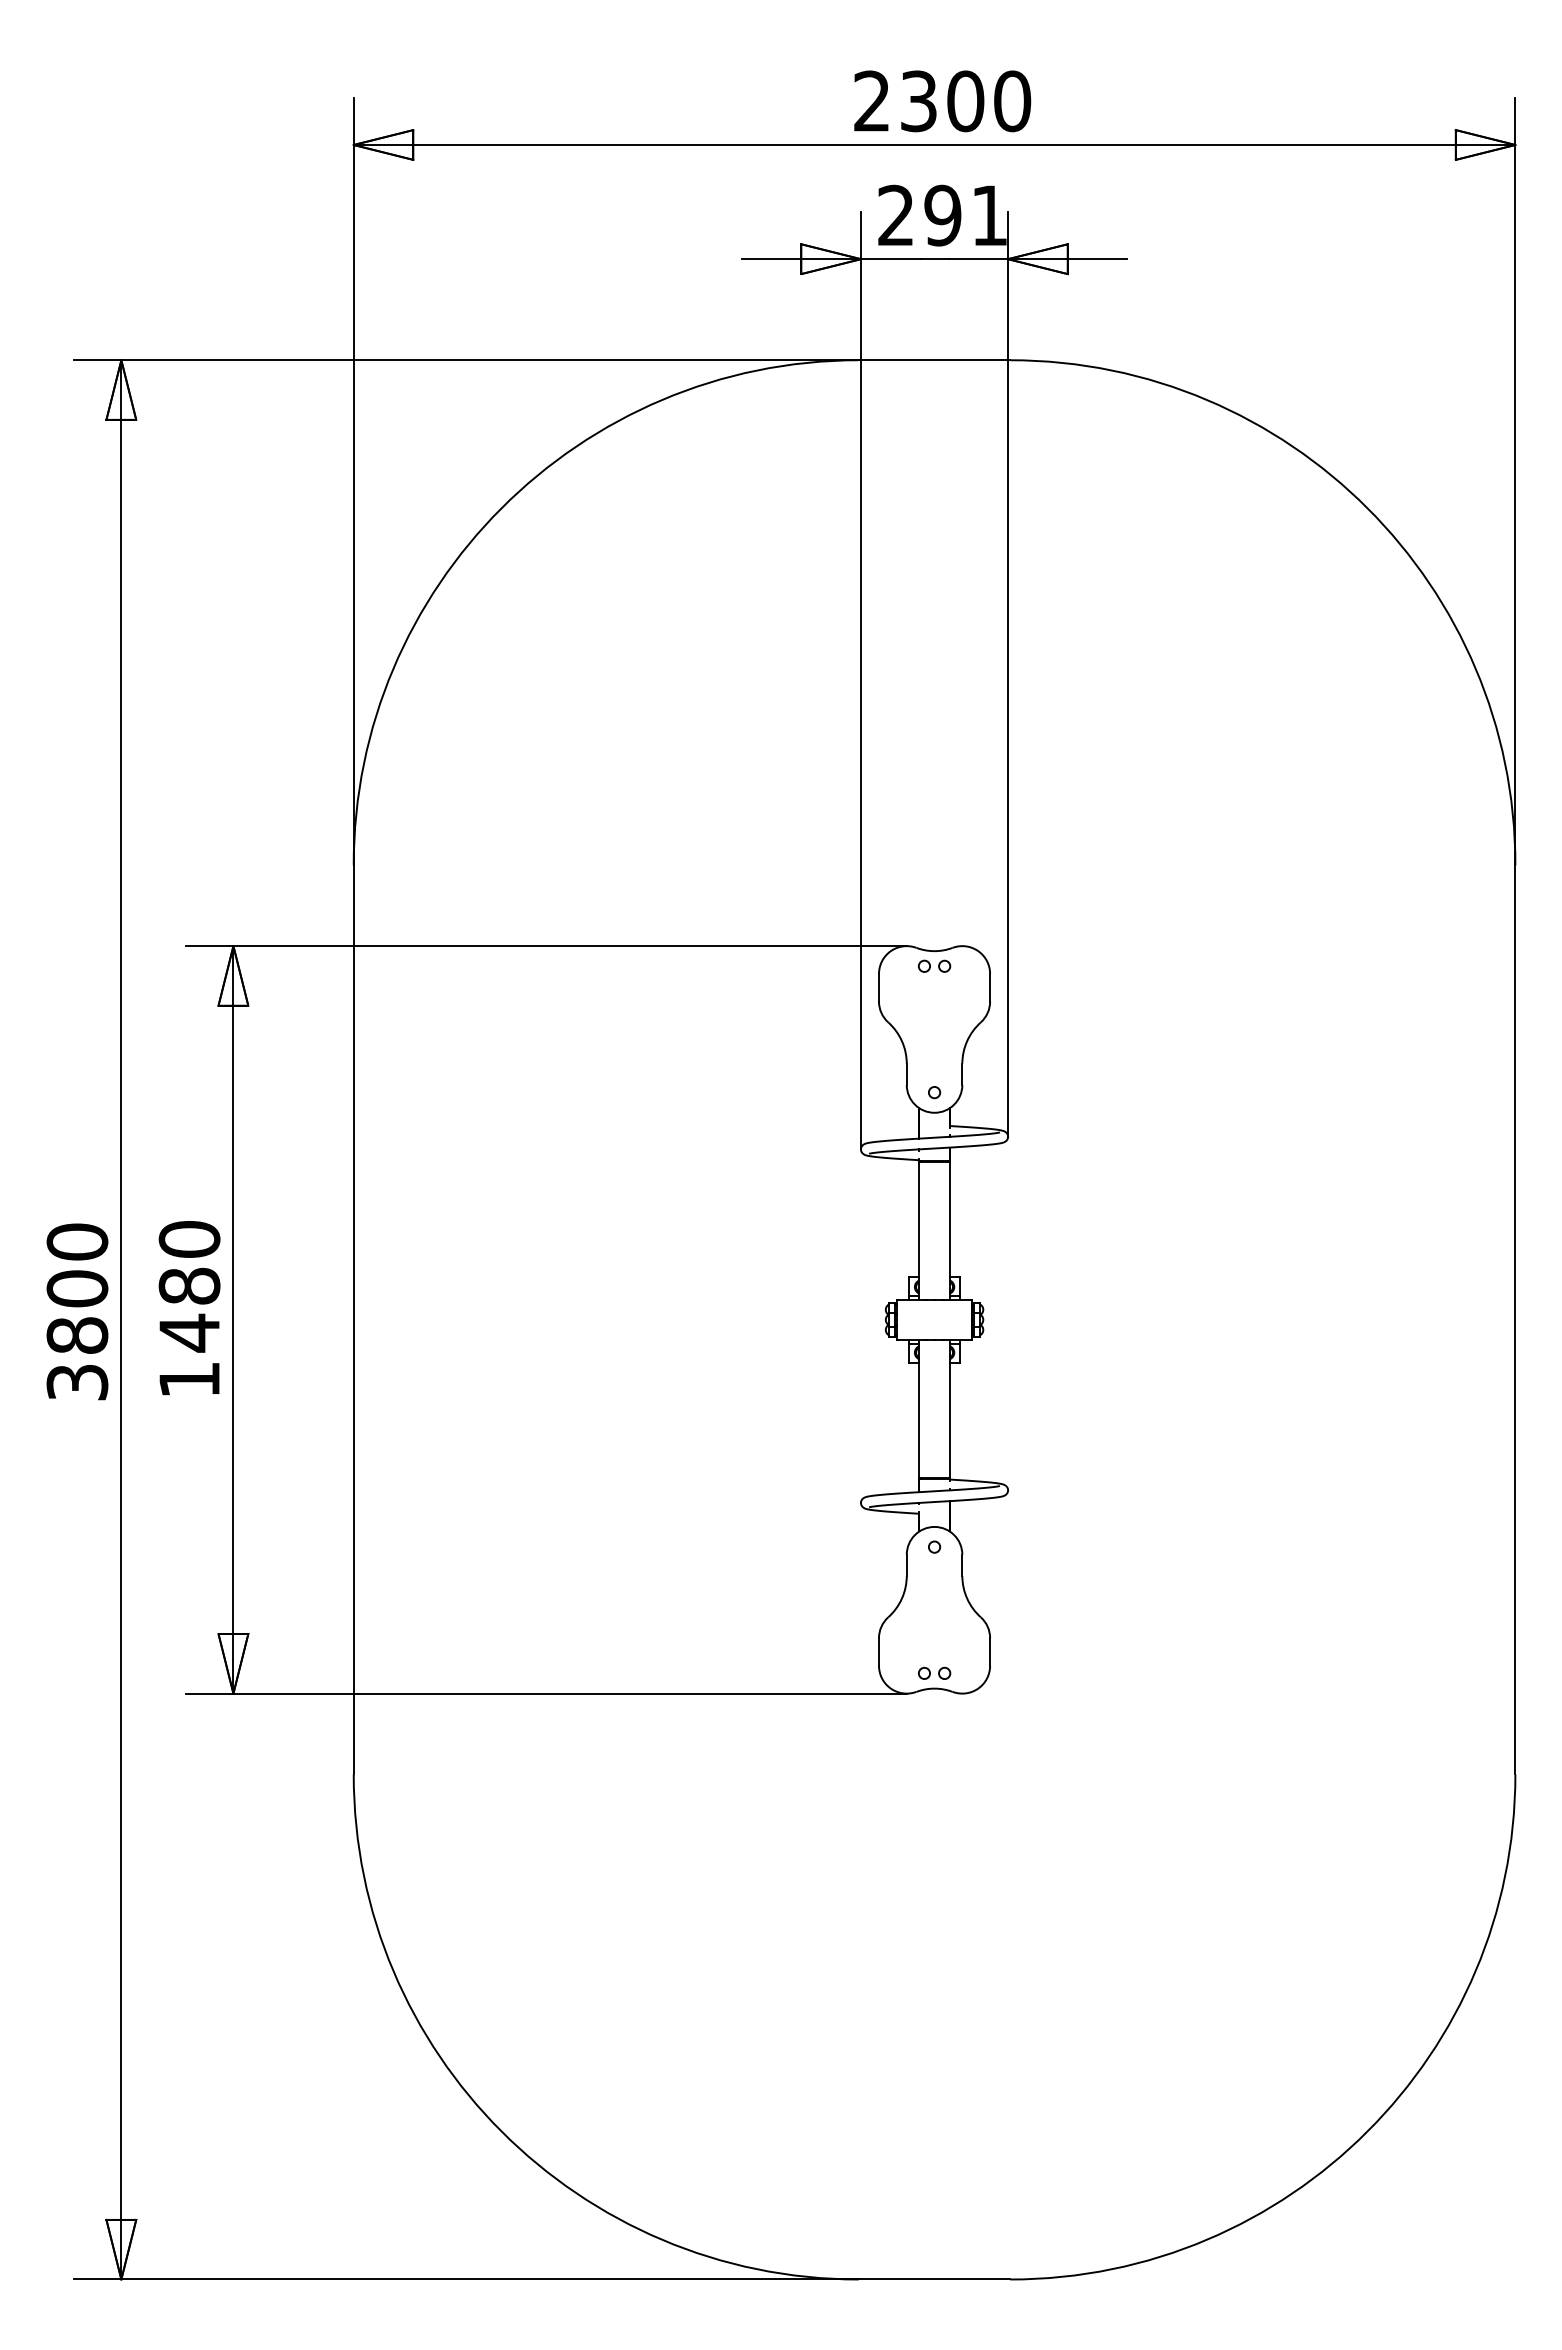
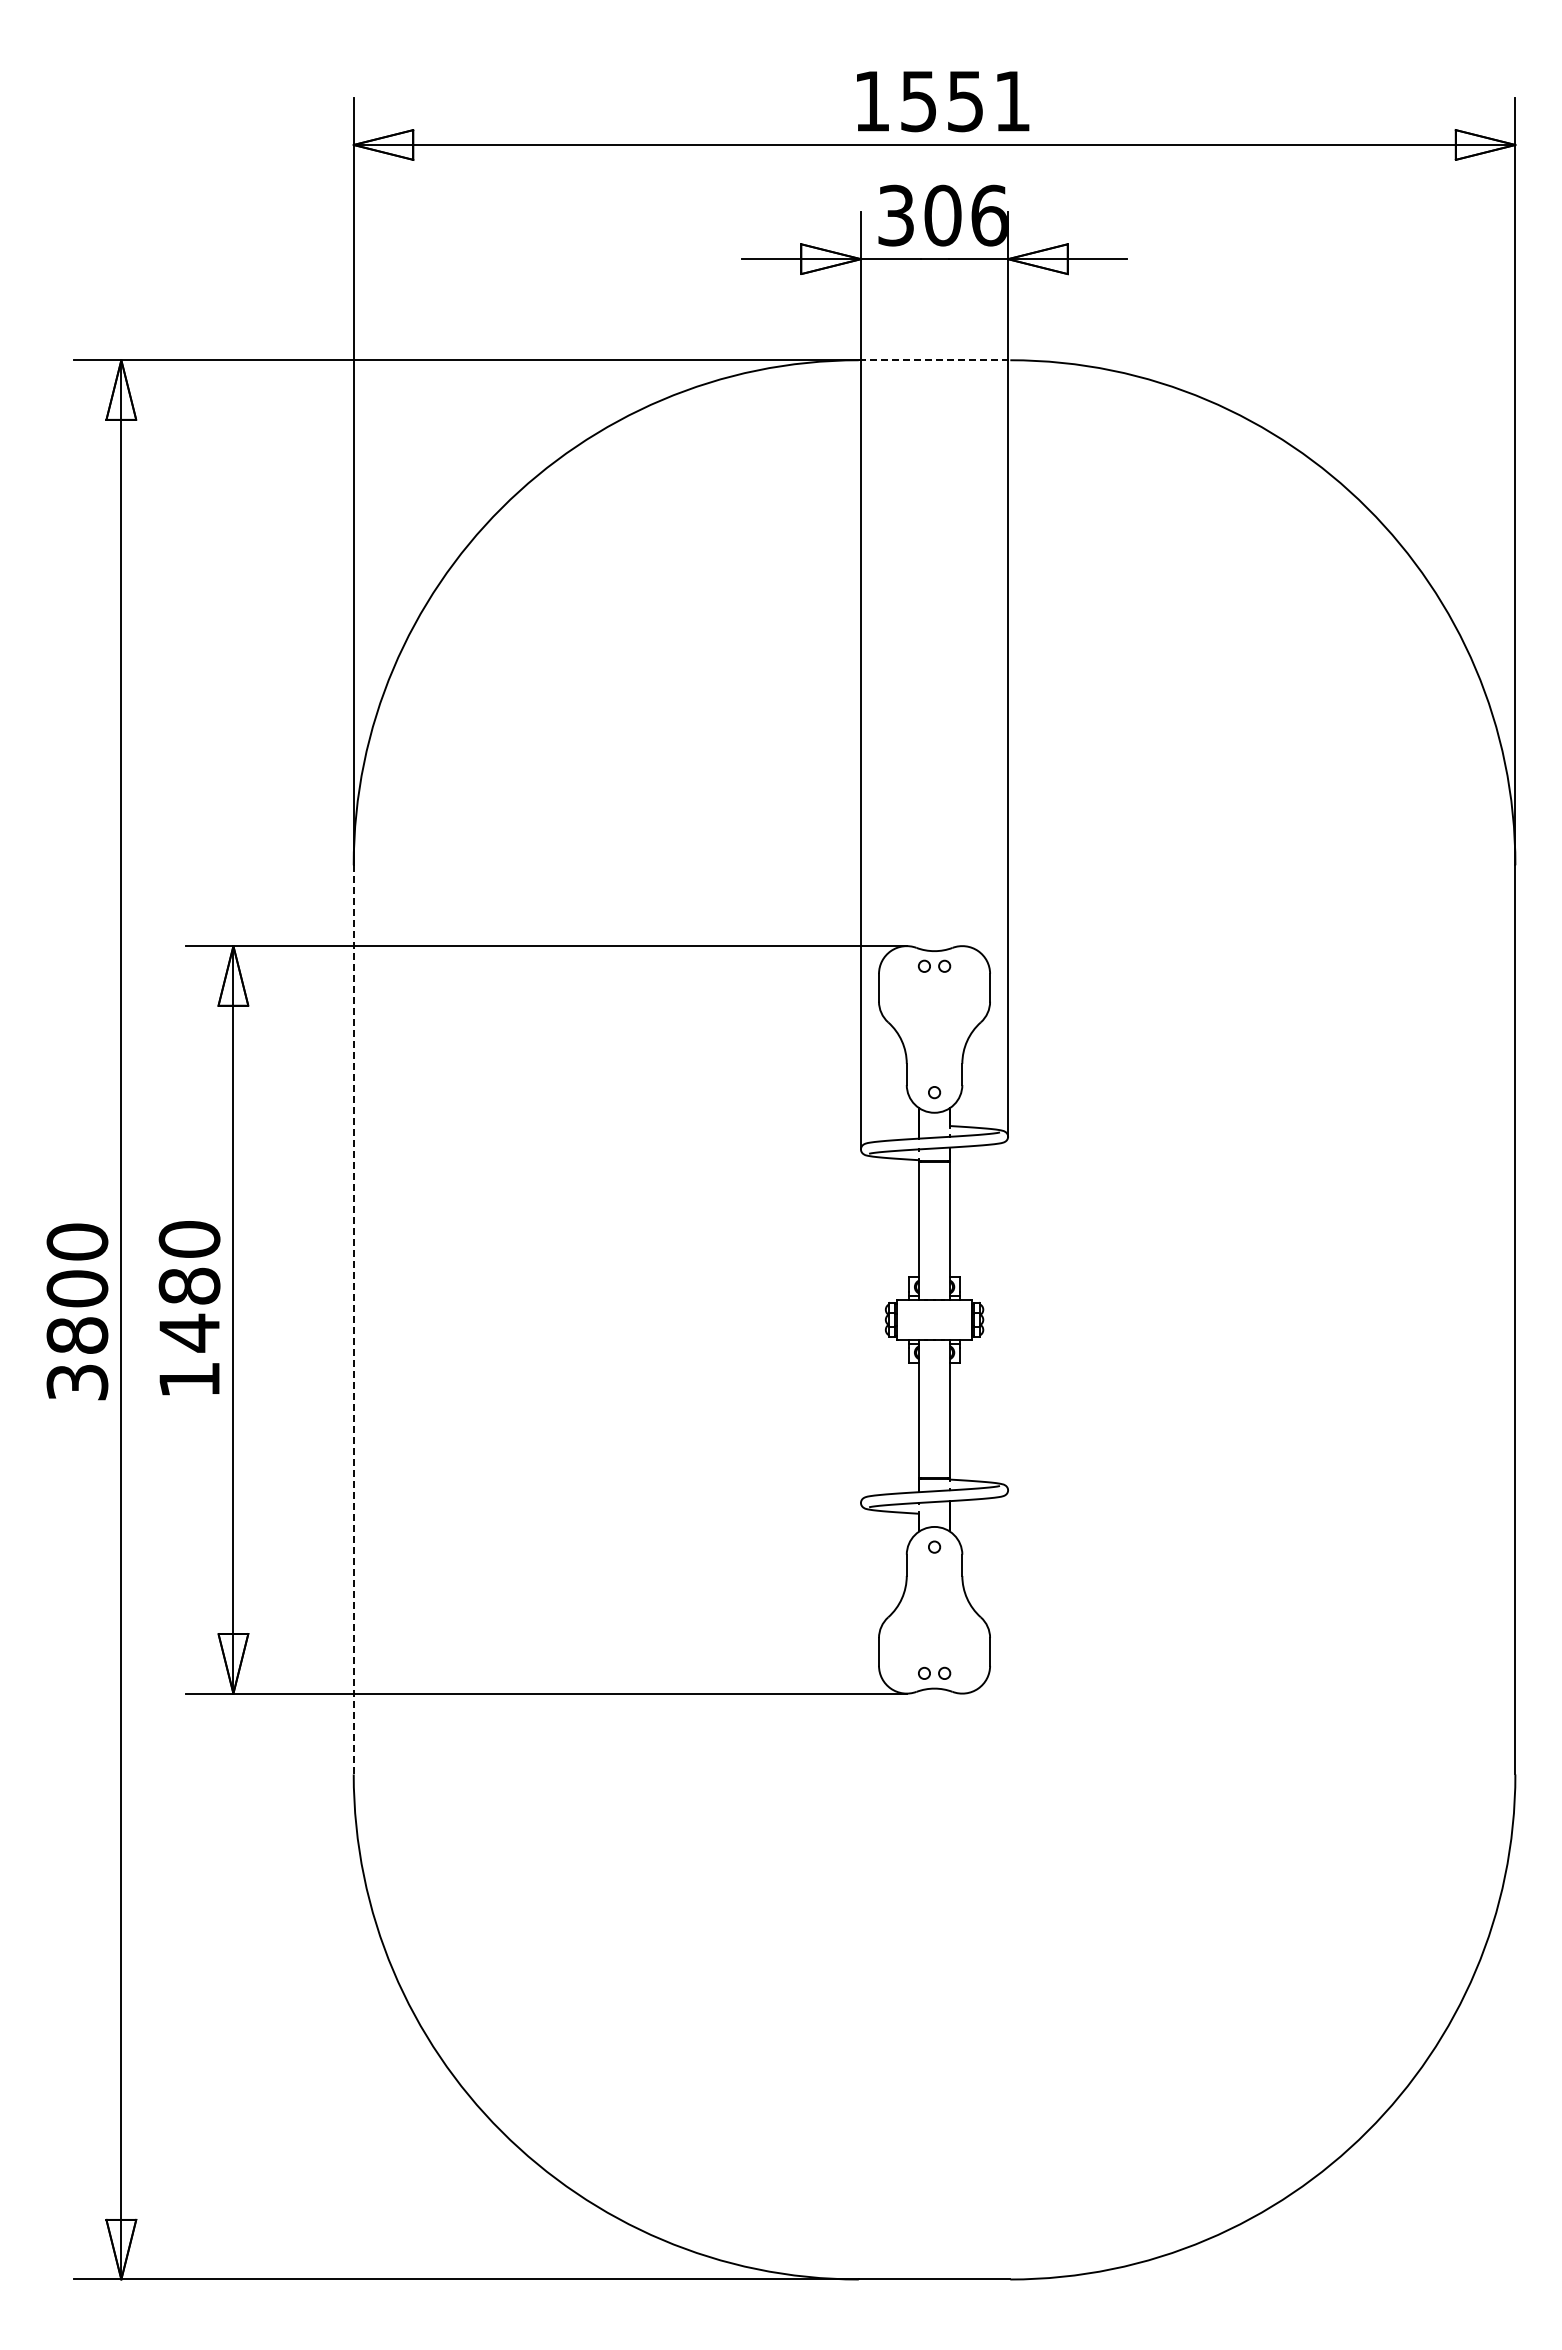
text at (942, 101): 2300 -> 1551
text at (942, 215): 291 -> 306
line at (934, 360): solid -> dashed
line at (353, 1319): solid -> dashed
